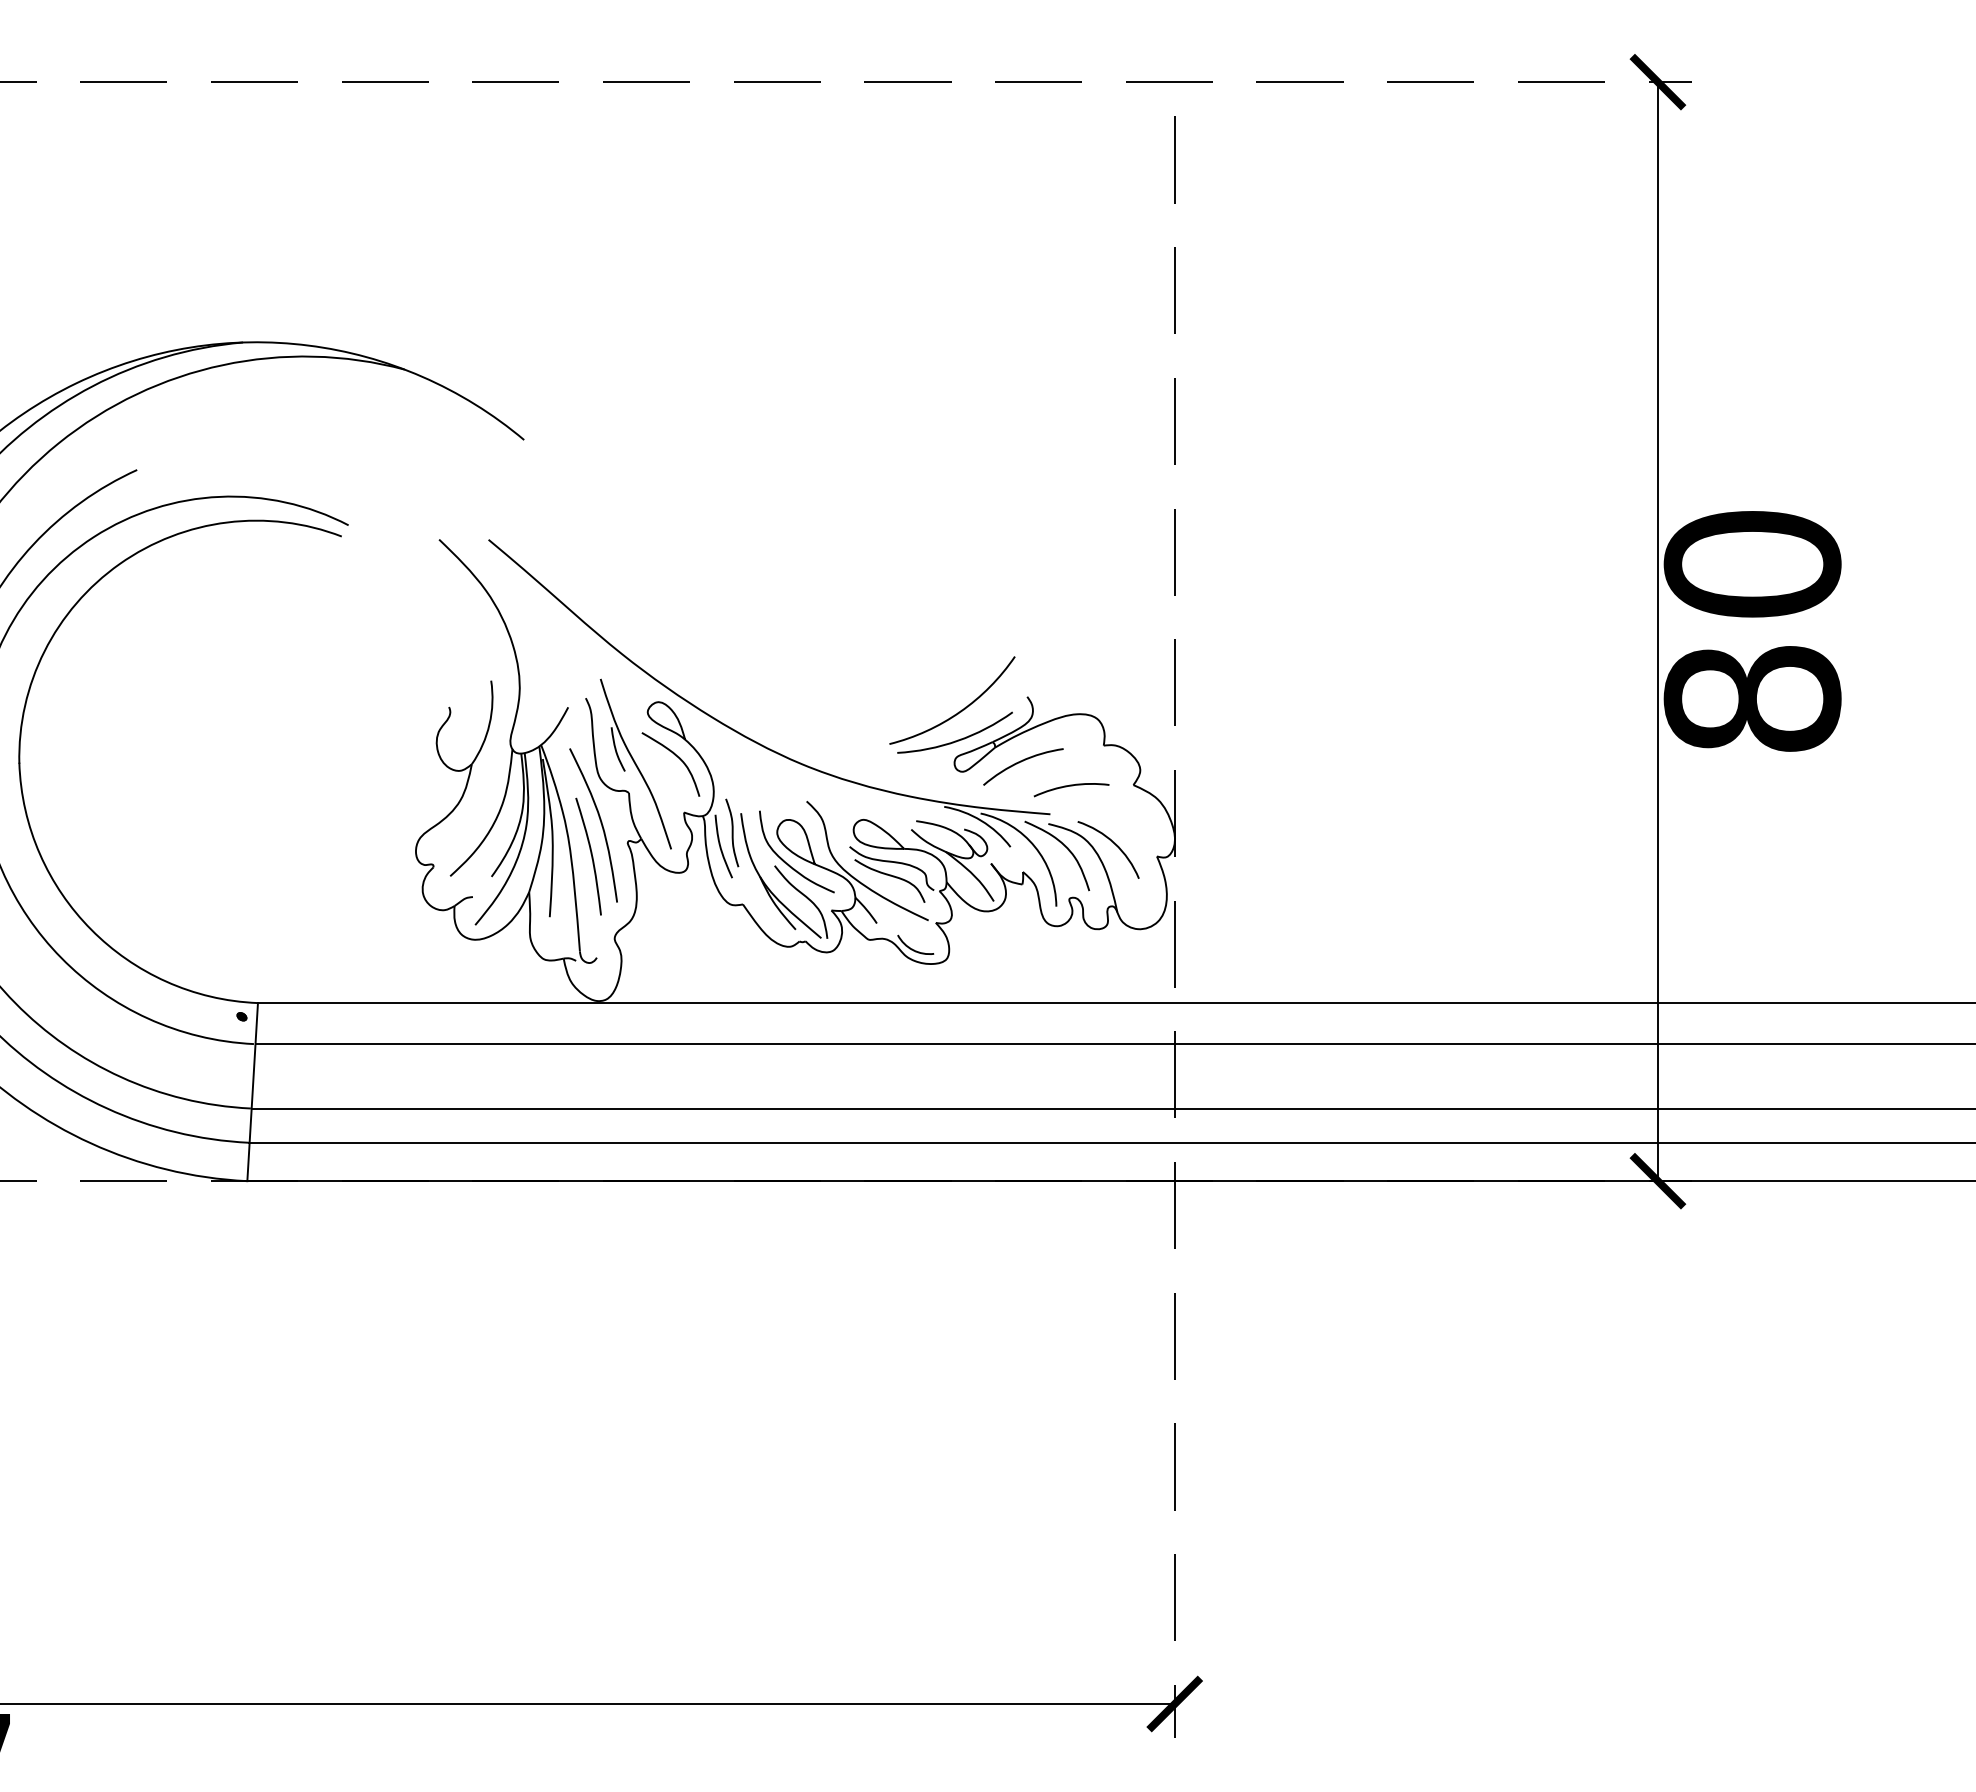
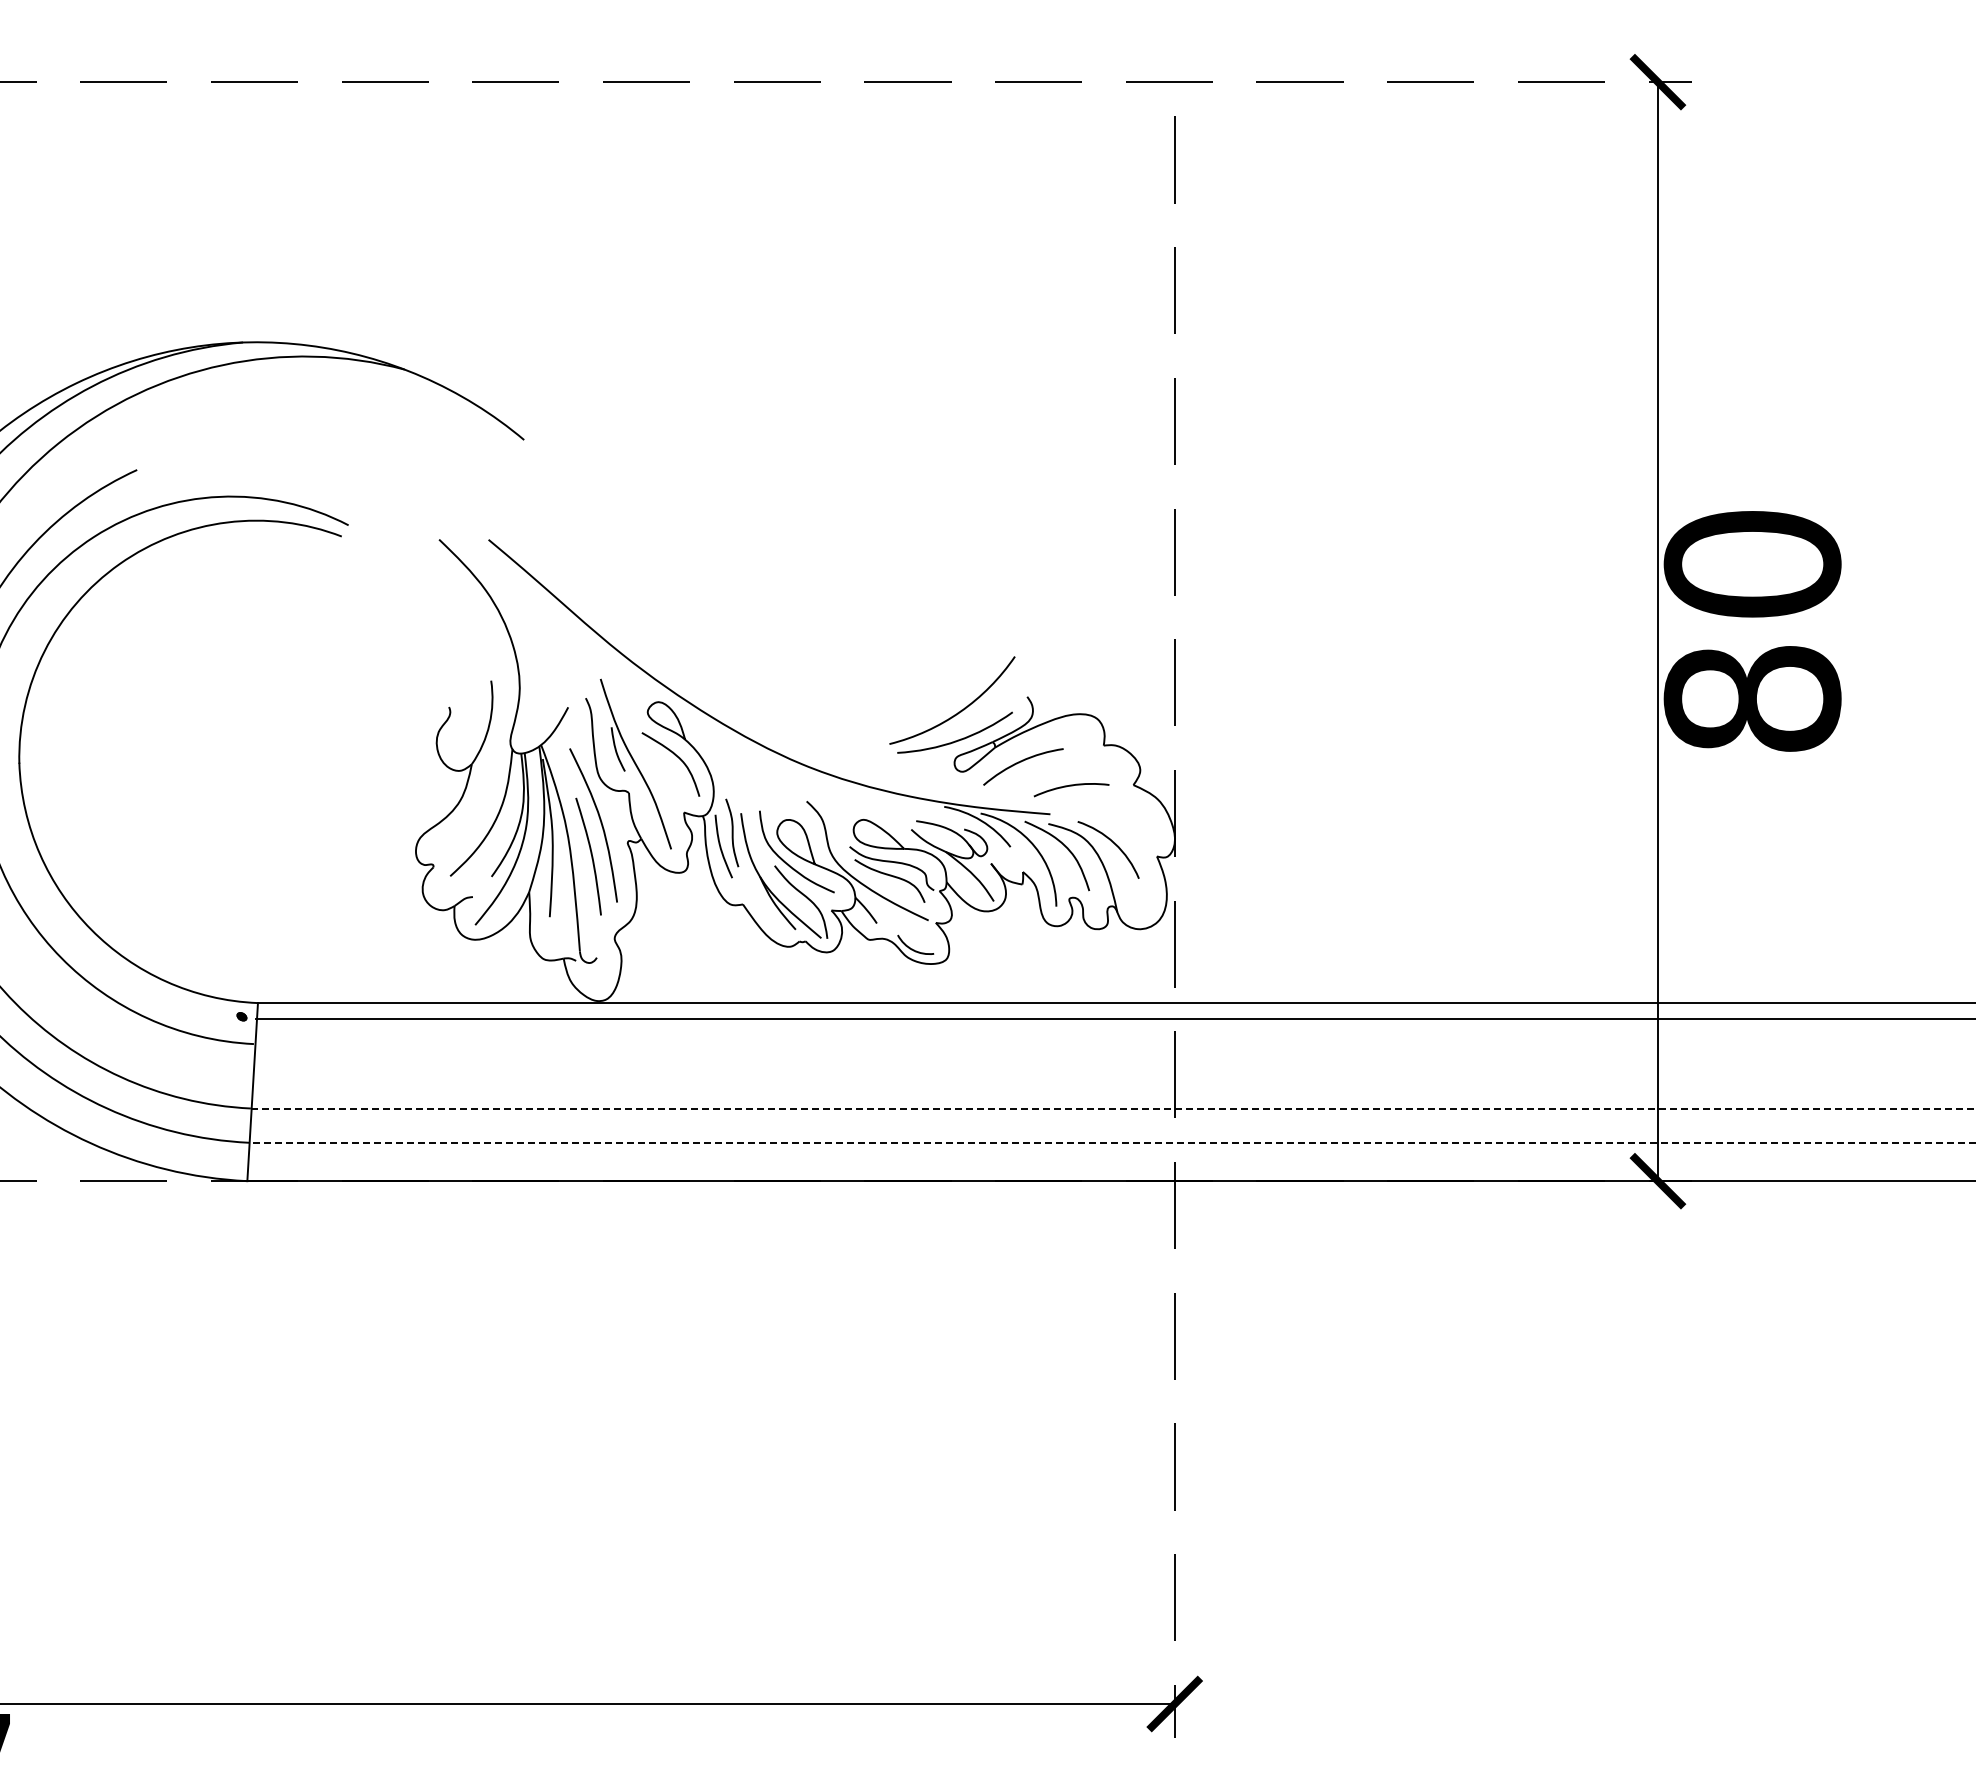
line at (1113, 1044) position: (1113, 1044) -> (1113, 1019)
line at (1113, 1108): solid -> dashed
line at (1112, 1142): solid -> dashed
